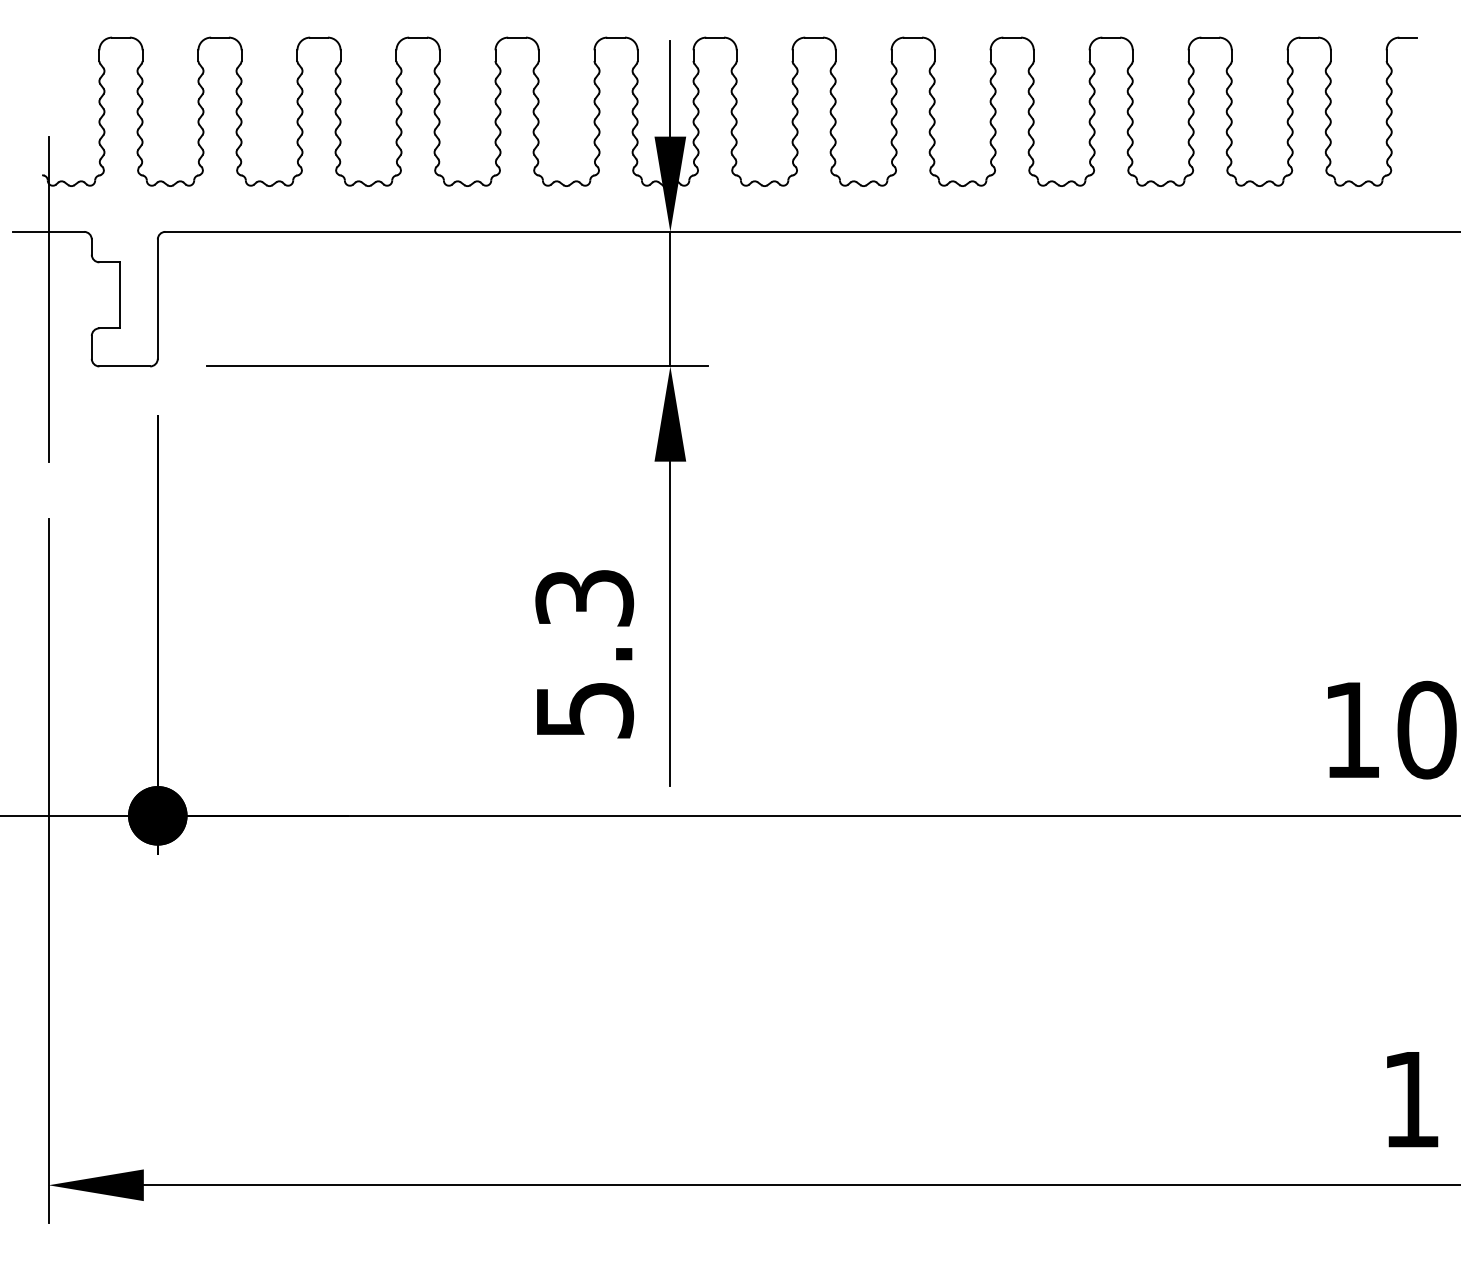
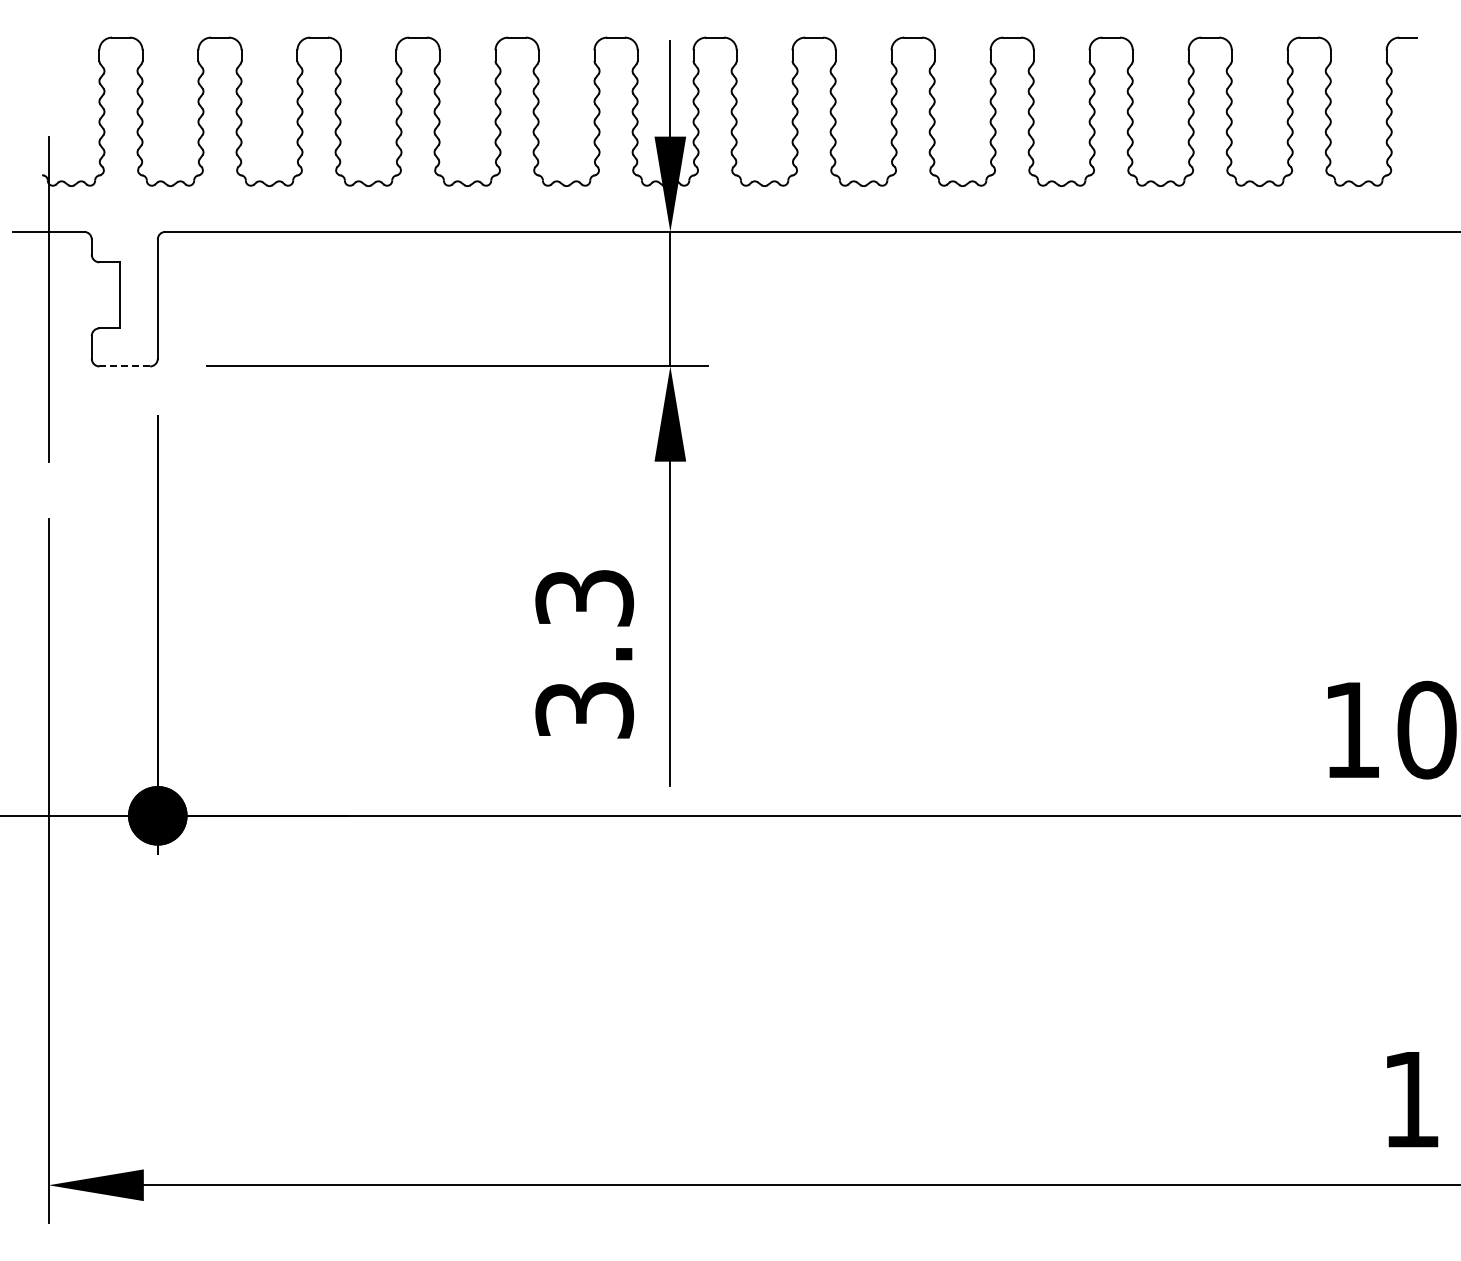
line at (125, 366): solid -> dashed
text at (584, 710): 5.3 -> 3.3
